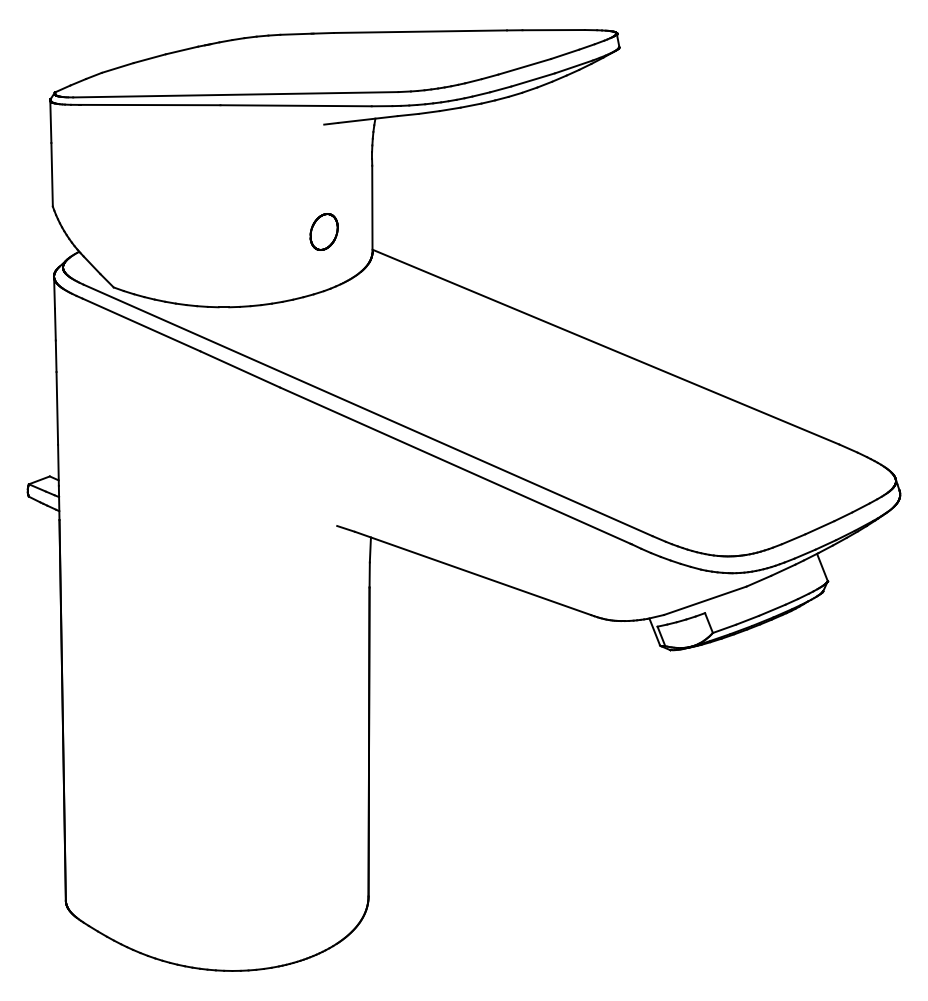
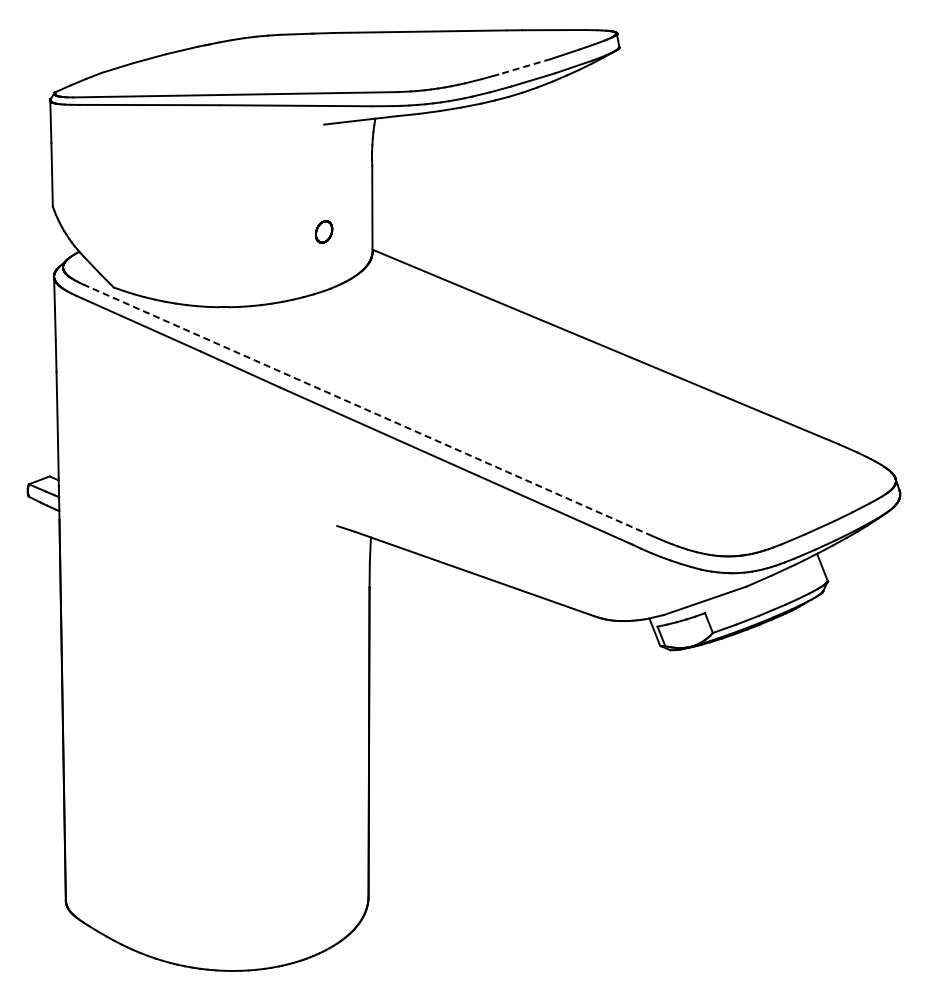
line at (524, 66): solid -> dashed
part at (323, 231) size: 30x38 px -> 19x24 px
line at (367, 410): solid -> dashed
